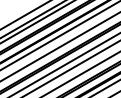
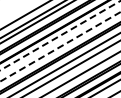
line at (60, 35): solid -> dashed
line at (60, 46): solid -> dashed
